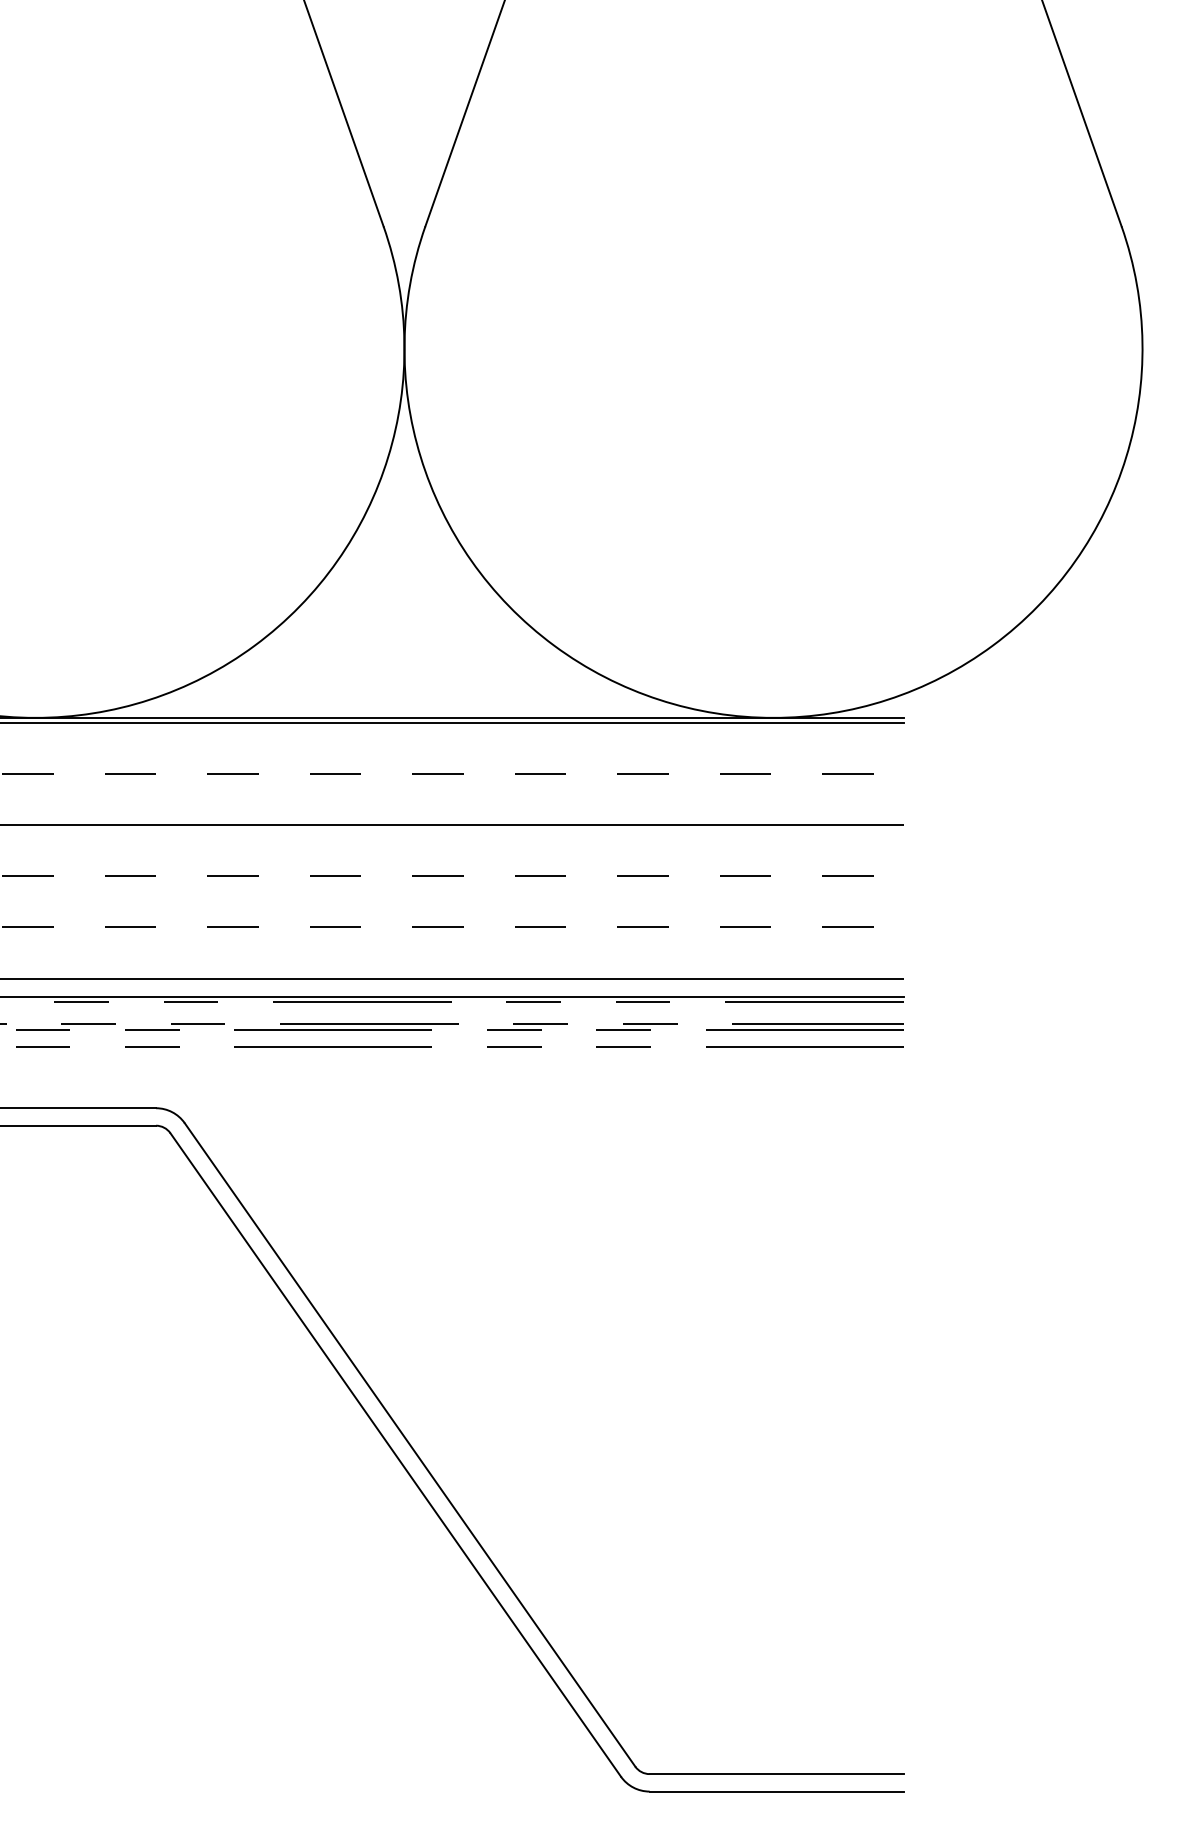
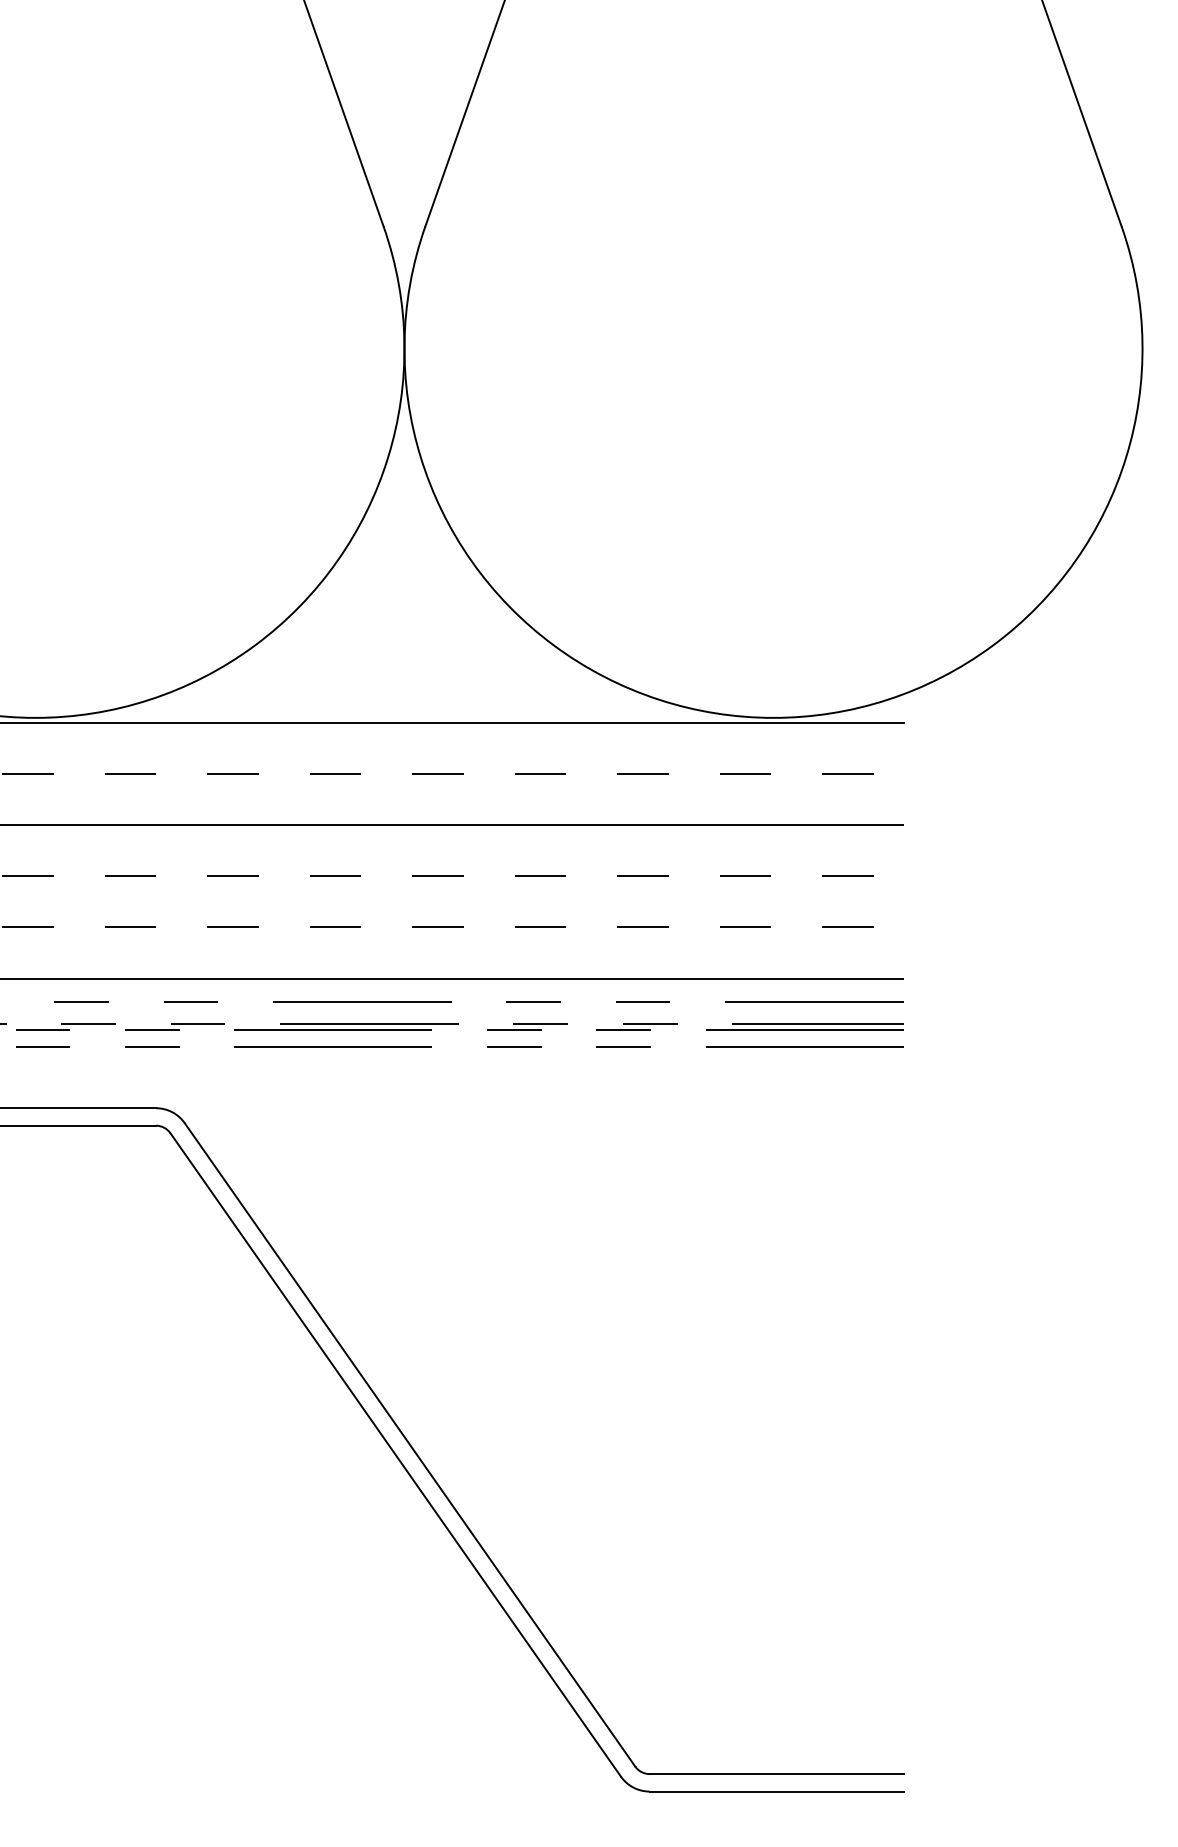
line at (452, 717): present -> none
line at (452, 996): present -> none
